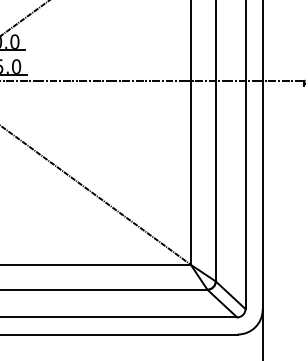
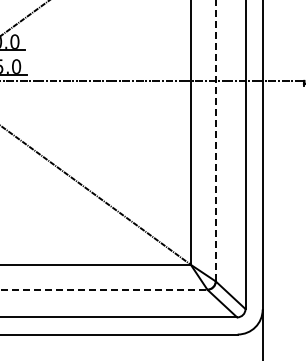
line at (215, 140): solid -> dashed
line at (104, 289): solid -> dashed
